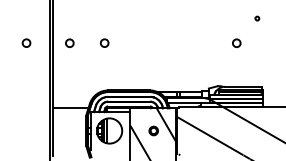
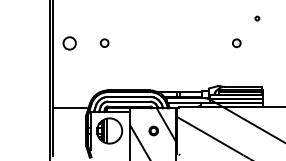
circle at (26, 42): present -> none
circle at (69, 42) size: 10x10 px -> 15x15 px
